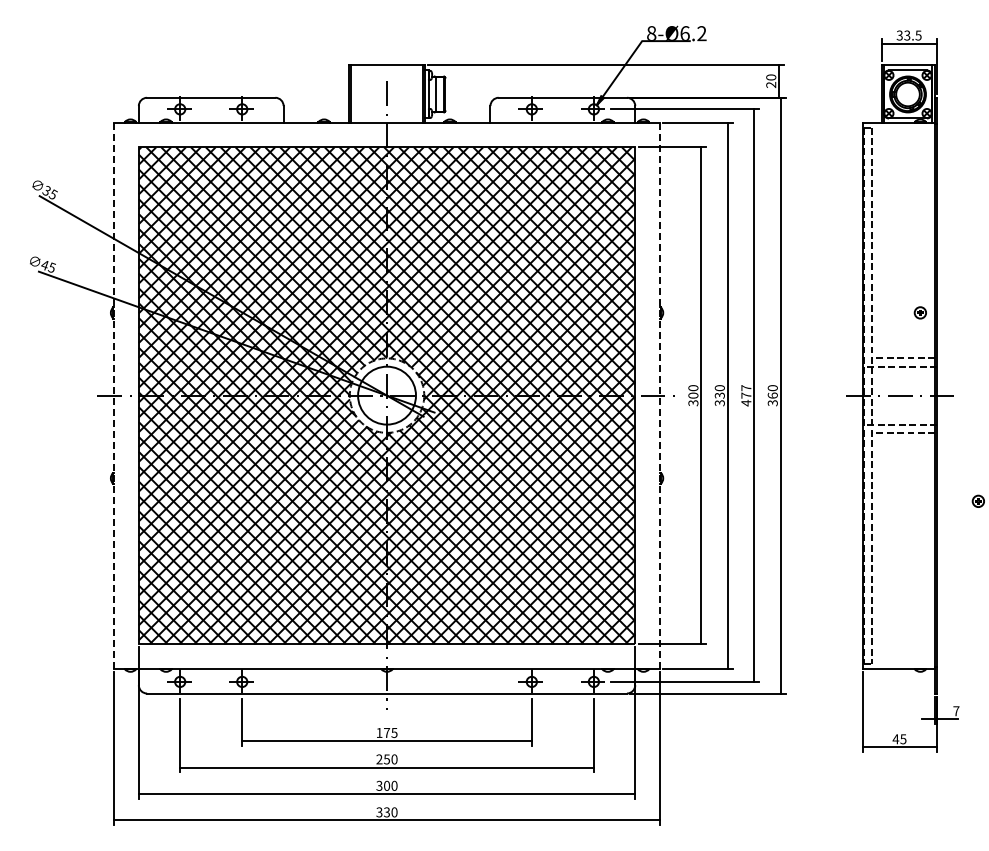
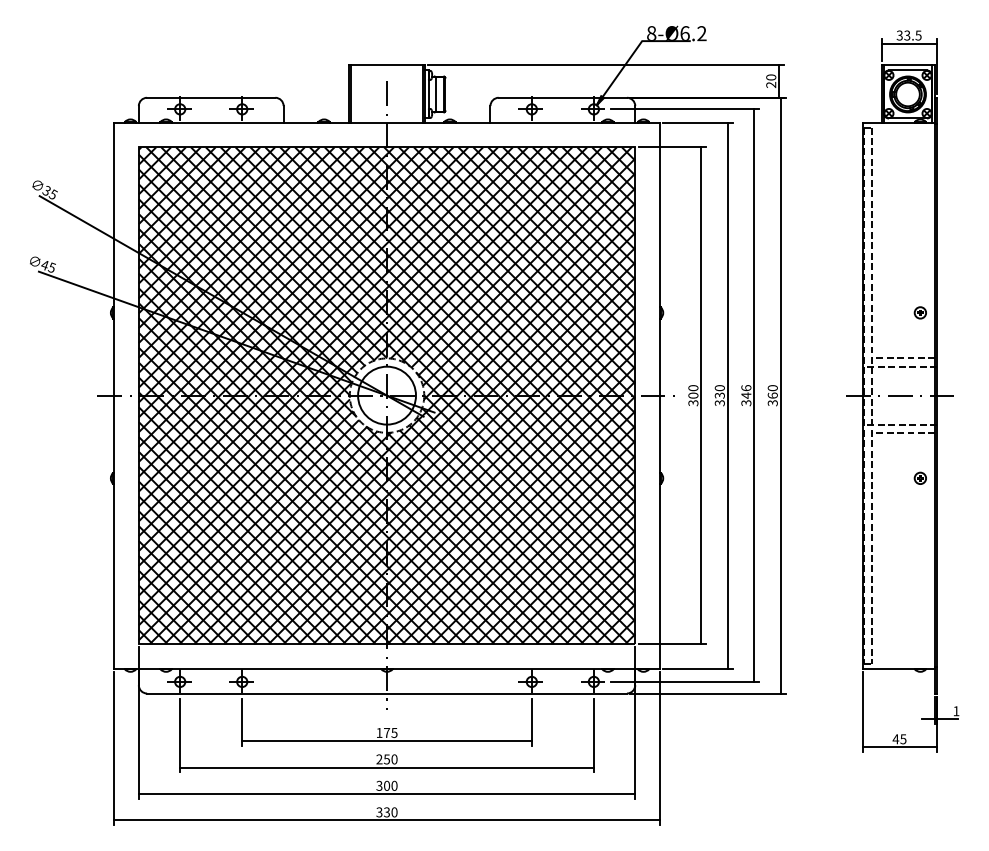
text at (746, 395): 477 -> 346
line at (114, 396): dashed -> solid
line at (660, 396): dashed -> solid
part at (977, 500) position: (977, 500) -> (919, 477)
text at (956, 711): 7 -> 1
